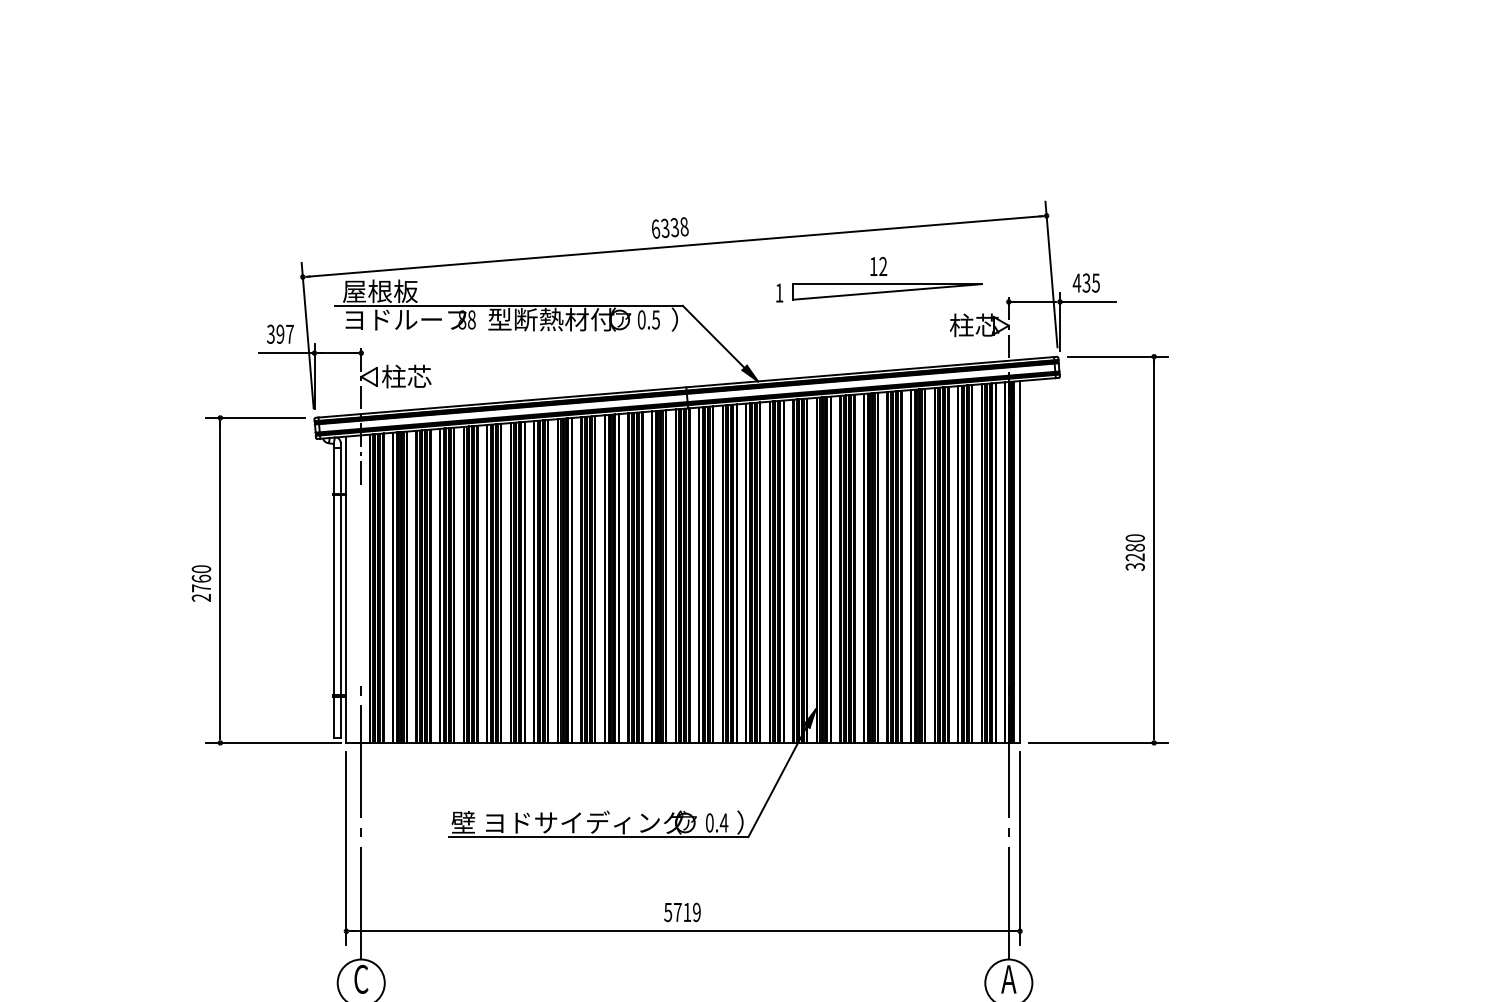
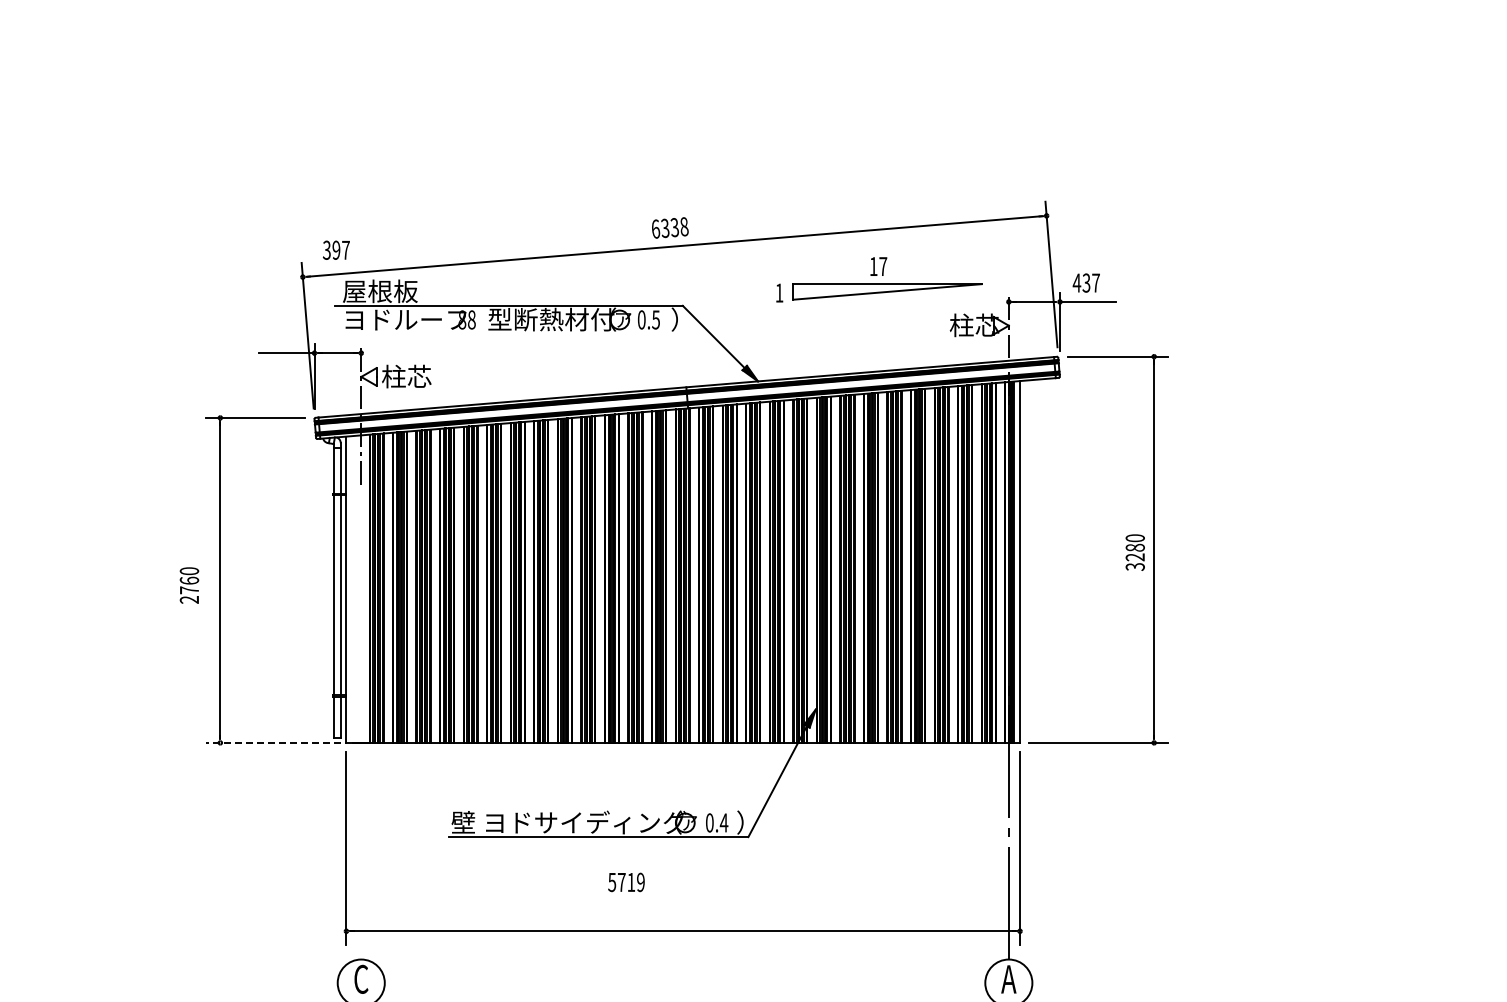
text at (883, 266): 12 -> 17
text at (1095, 282): 435 -> 437
text at (280, 333) position: (280, 333) -> (336, 249)
text at (201, 583) position: (201, 583) -> (189, 585)
line at (273, 742): solid -> dashed
line at (361, 821): present -> none
text at (682, 912) position: (682, 912) -> (626, 882)
